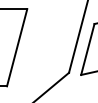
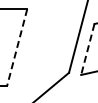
line at (17, 47): solid -> dashed
line at (87, 49): solid -> dashed
